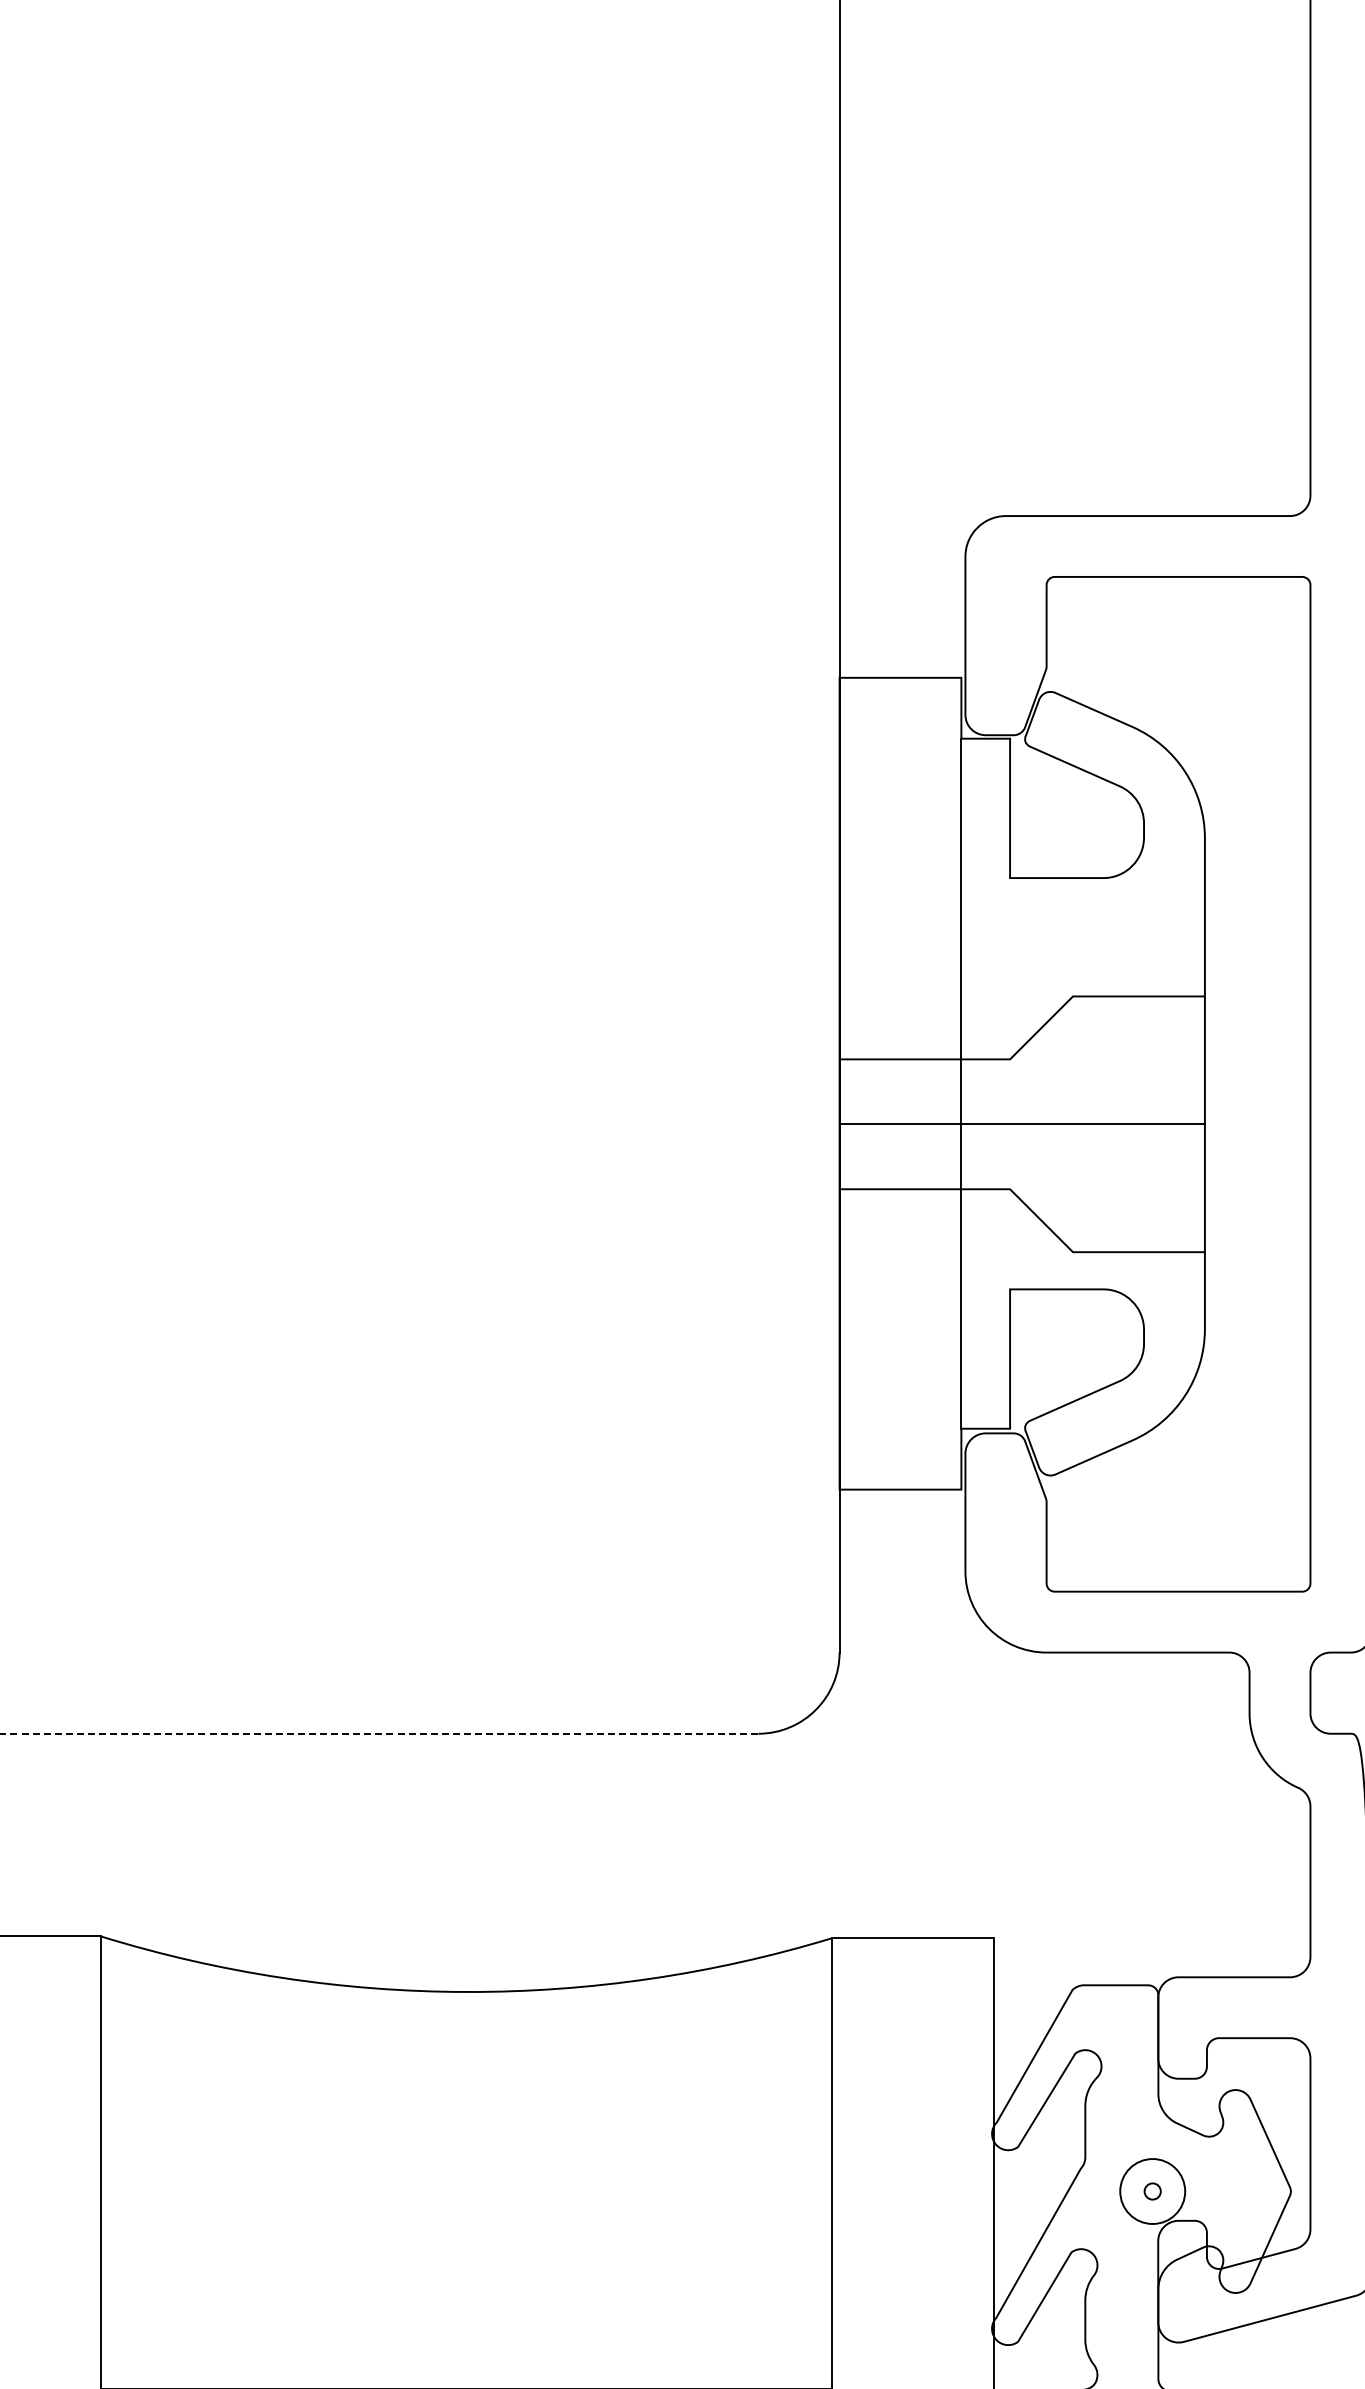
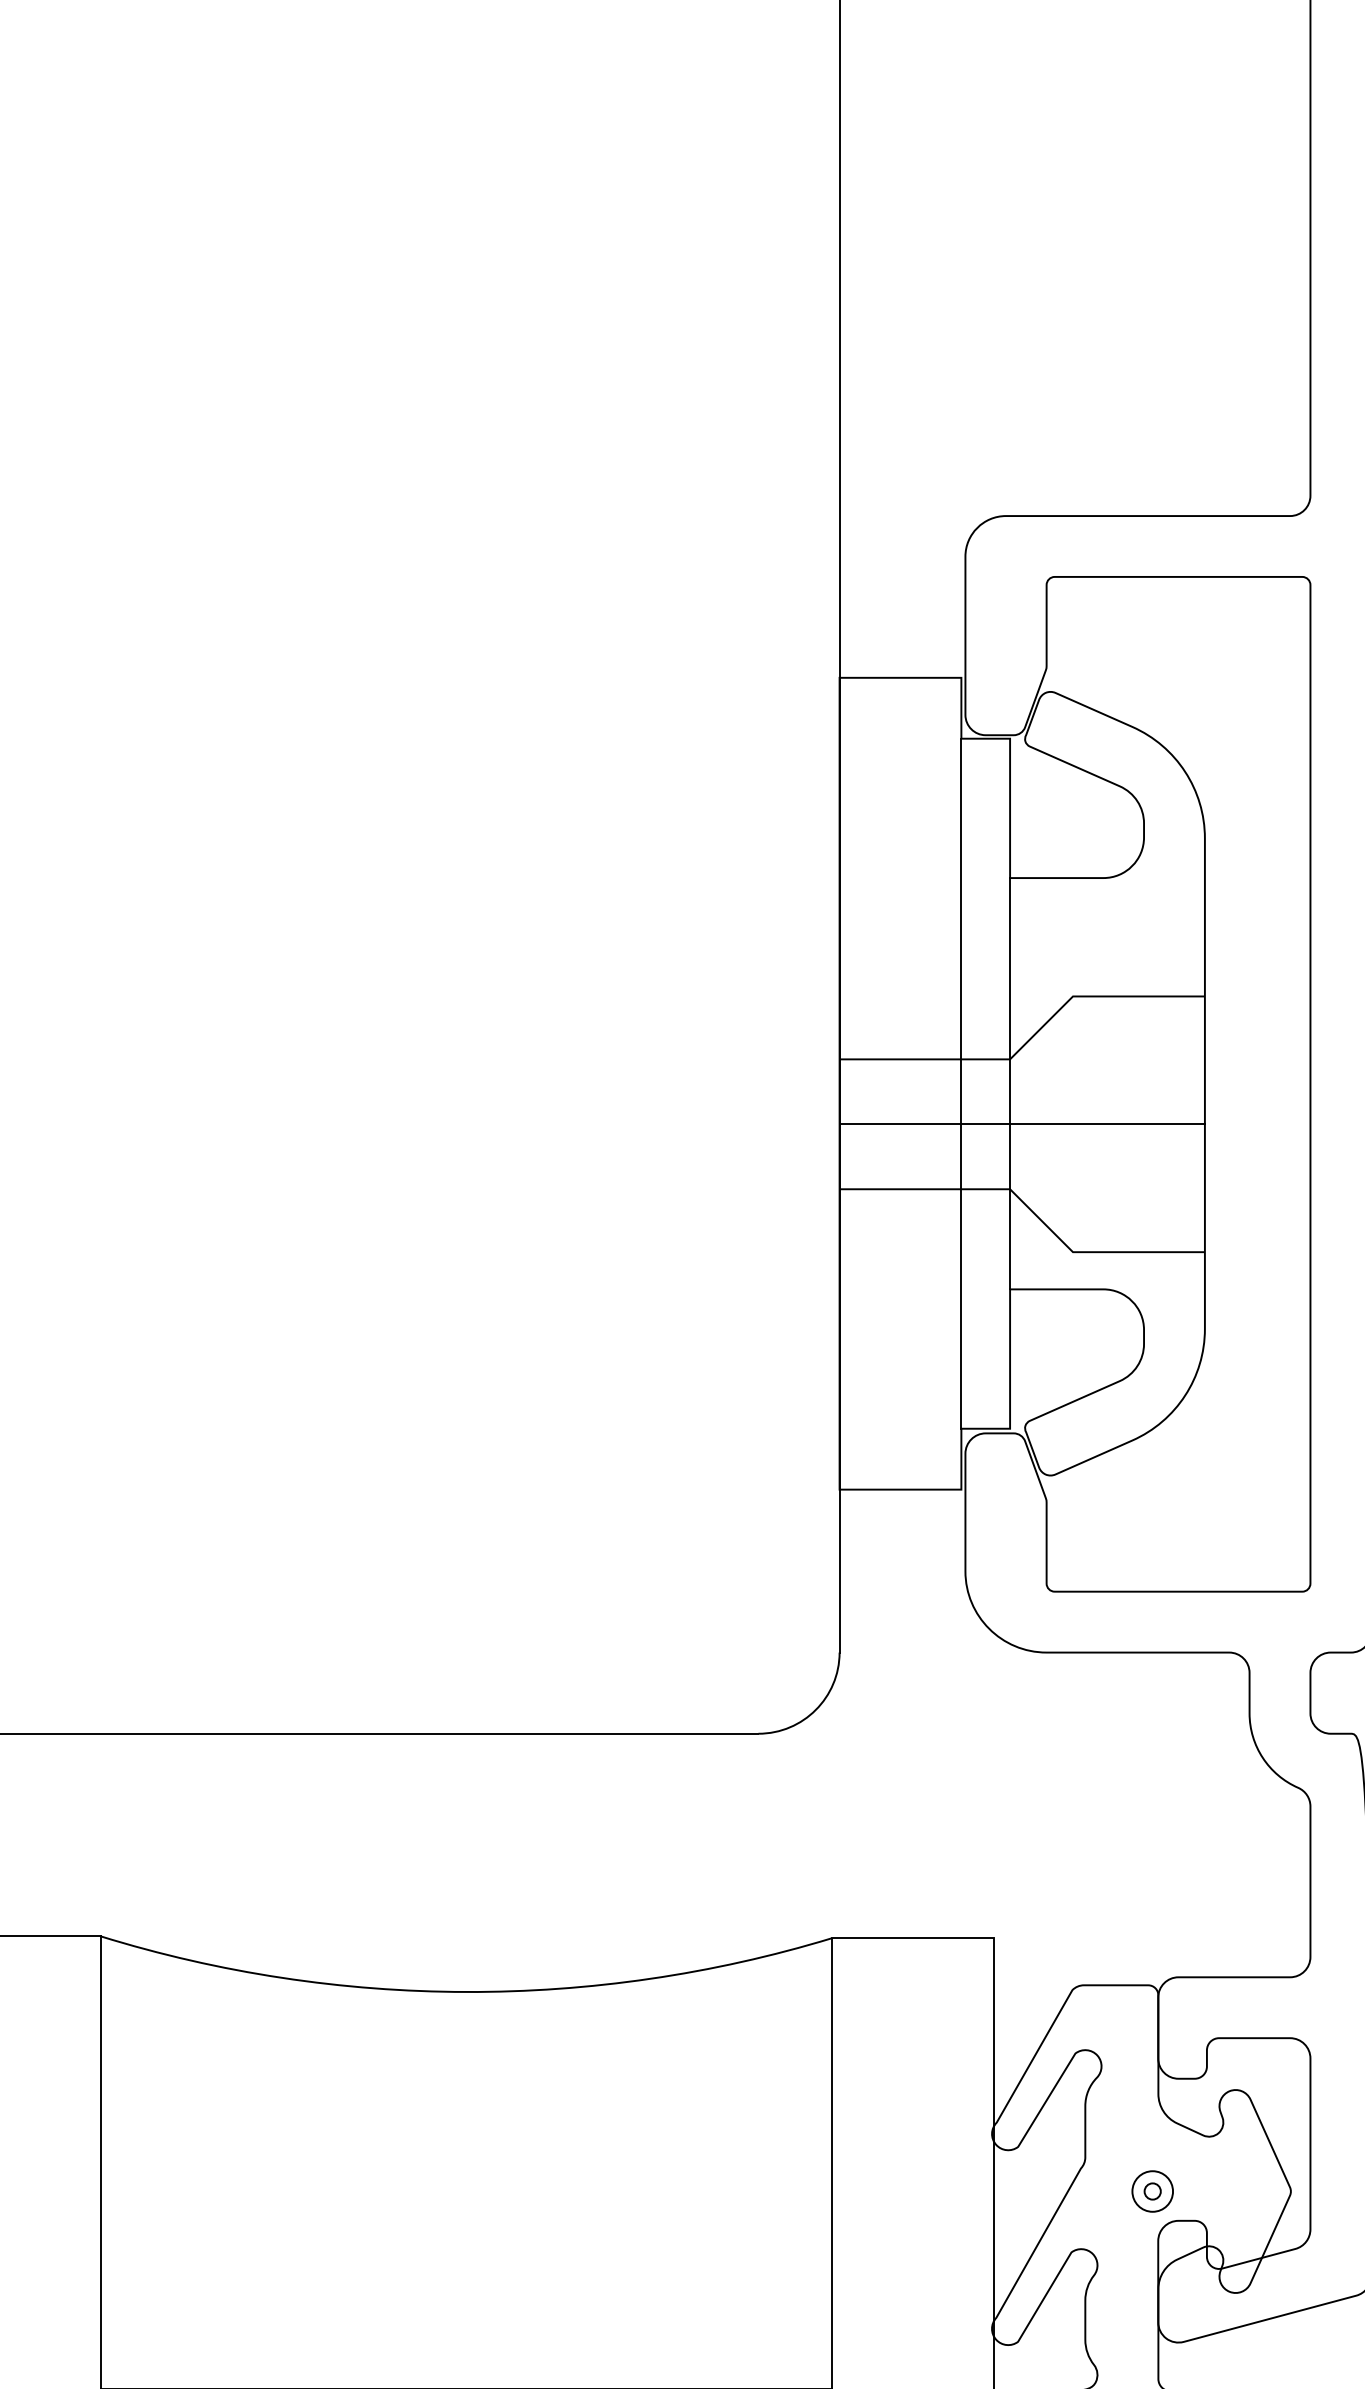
line at (1010, 1083): none -> present
line at (379, 1733): dashed -> solid
circle at (1152, 2191) diameter: 65 px -> 41 px
